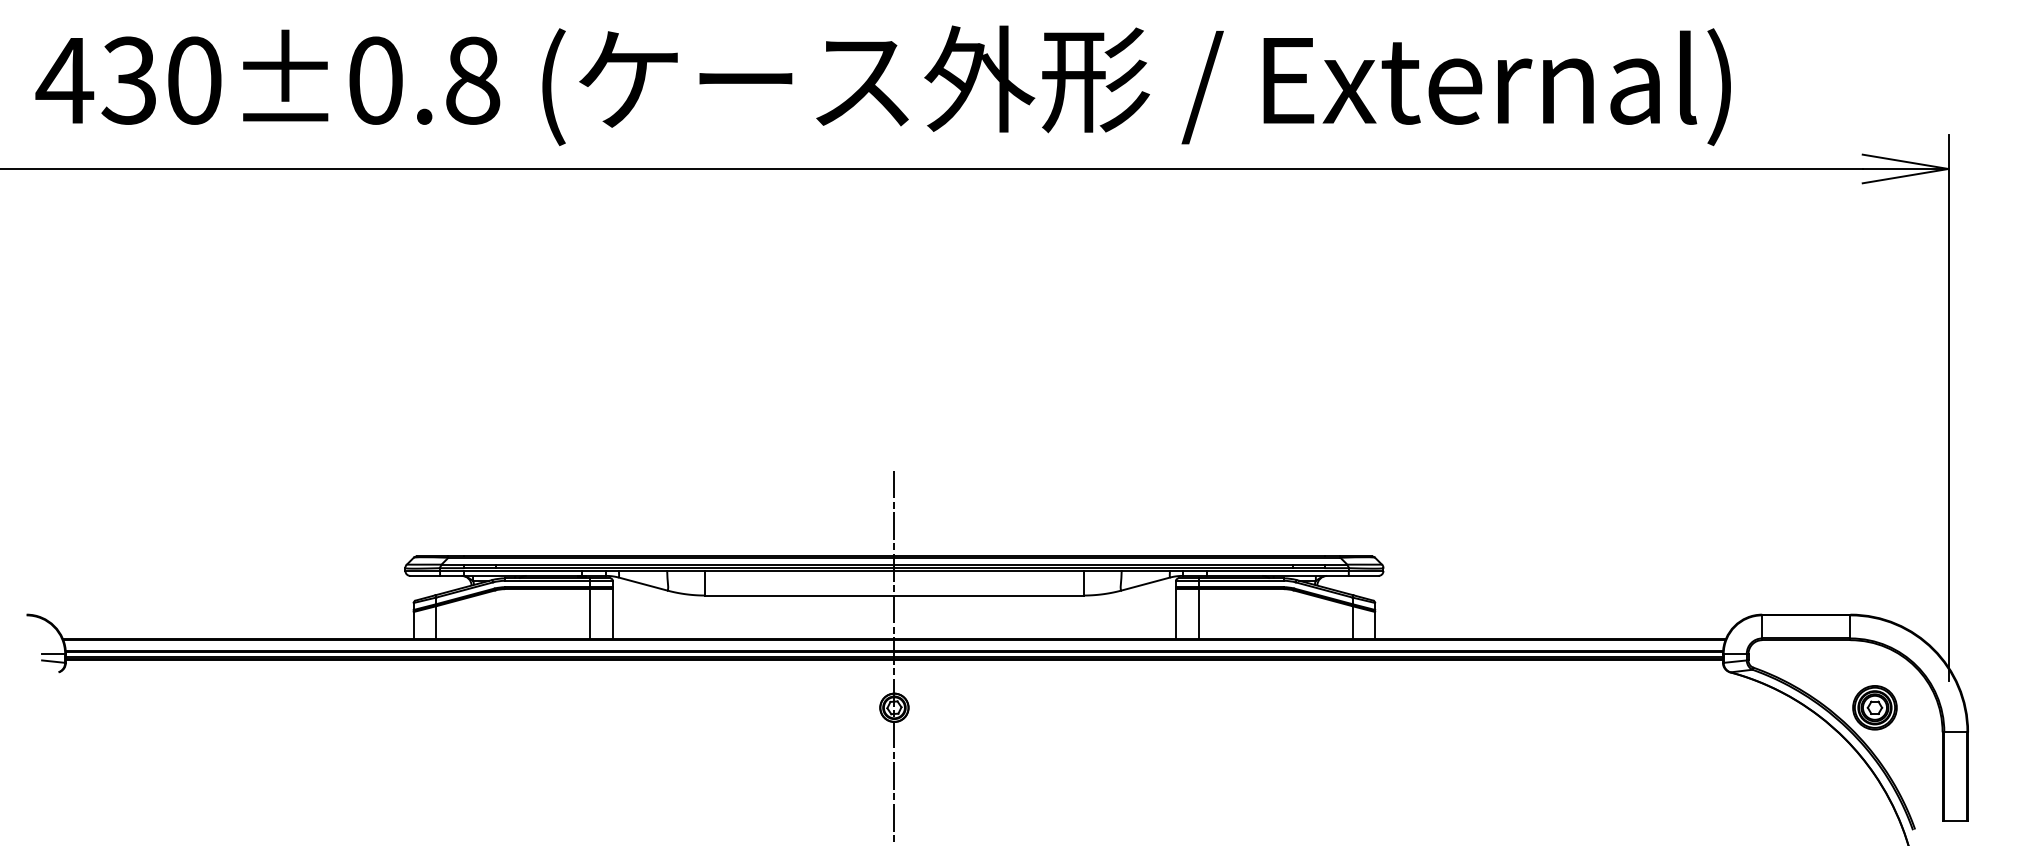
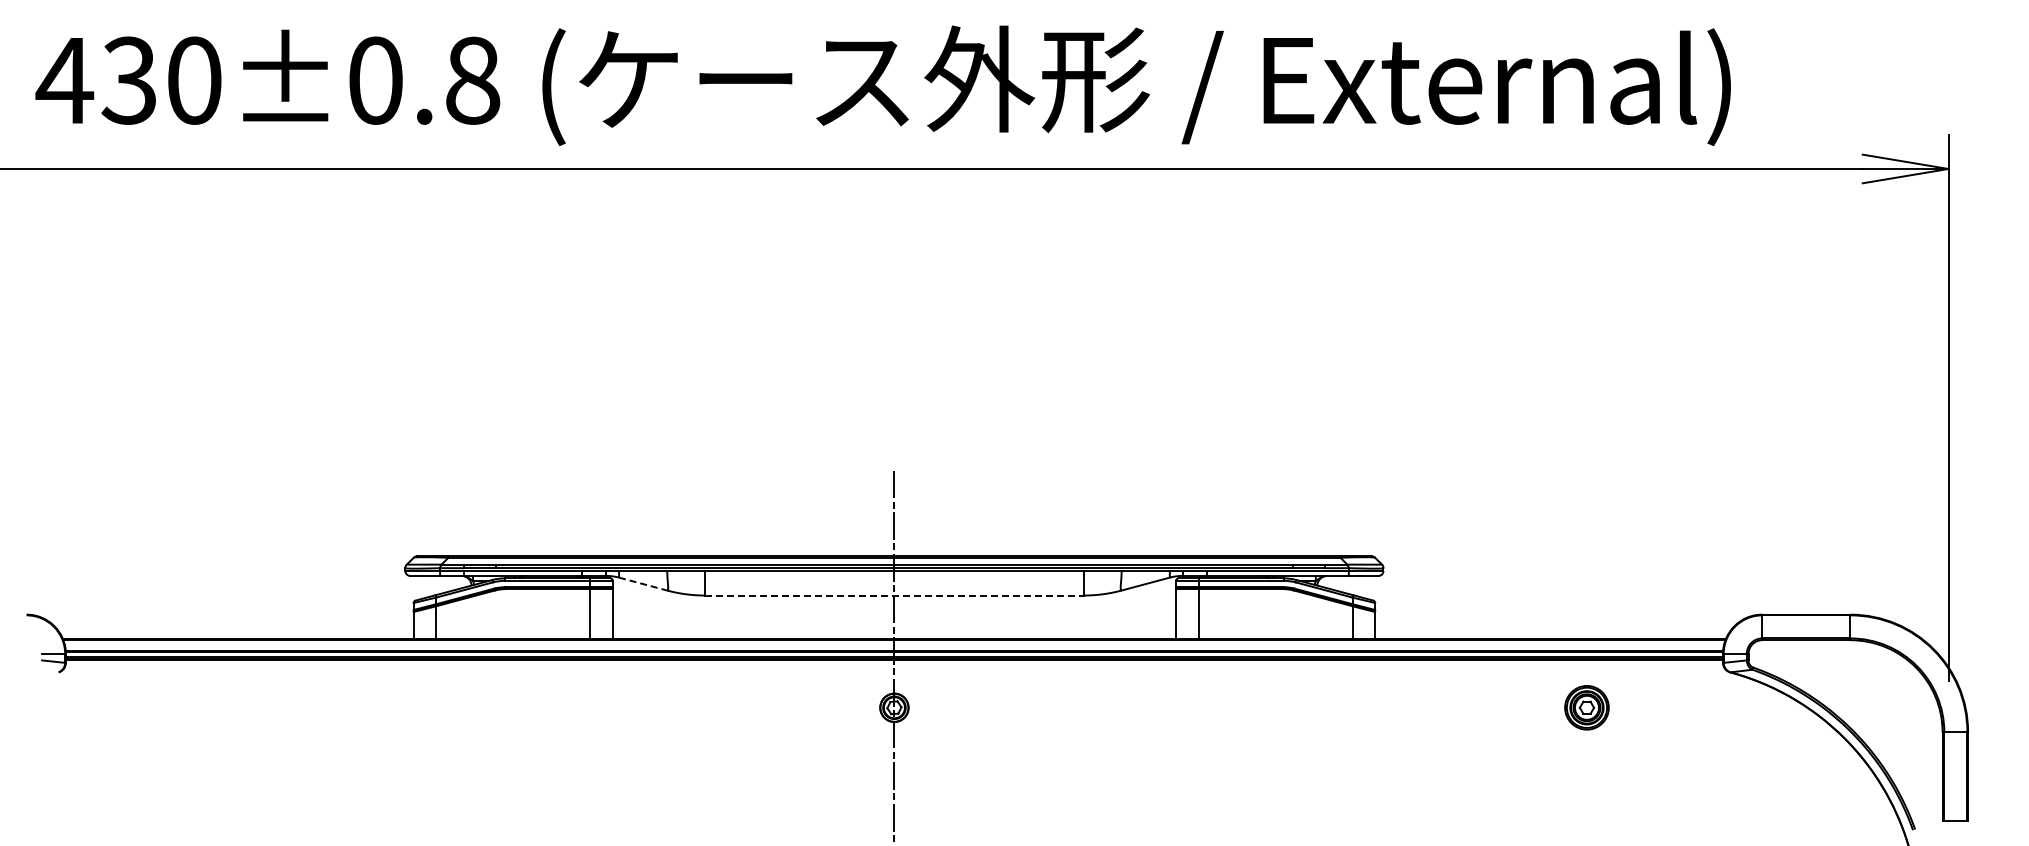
line at (643, 584): solid -> dashed
line at (894, 595): solid -> dashed
part at (1874, 707) position: (1874, 707) -> (1586, 707)
